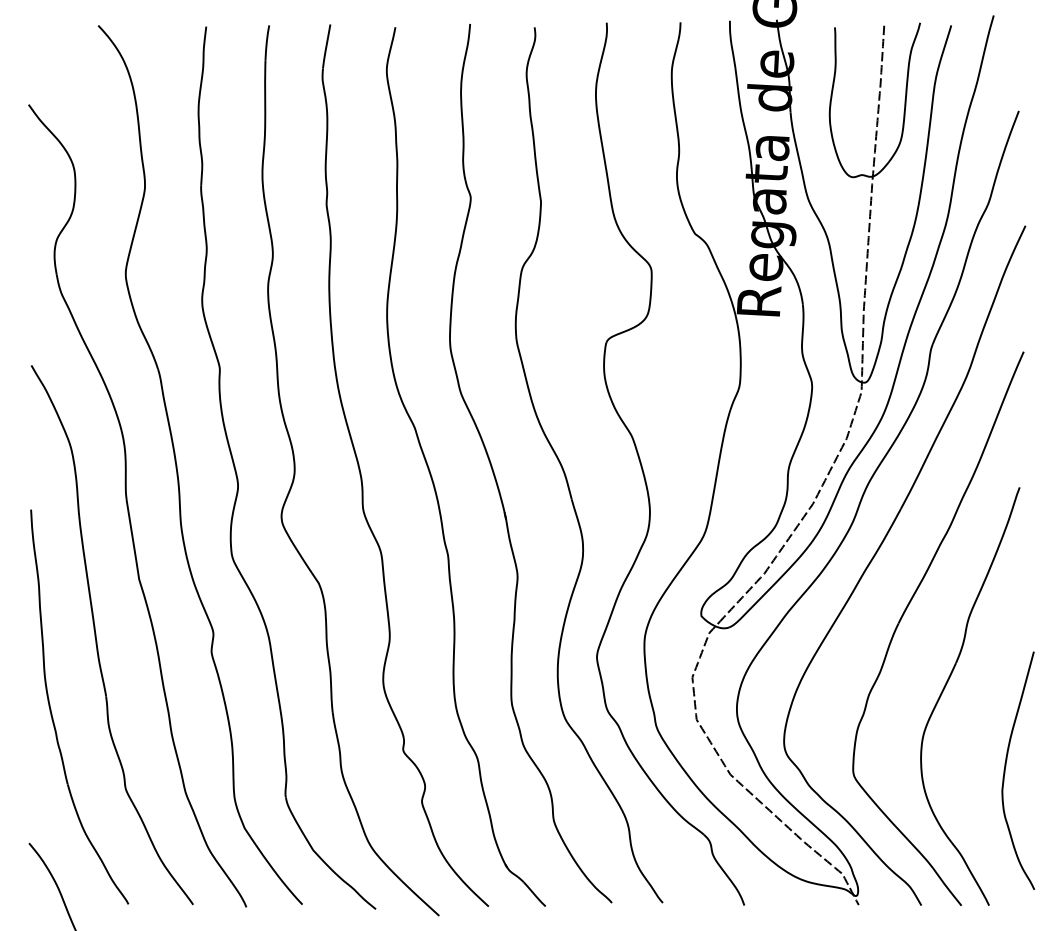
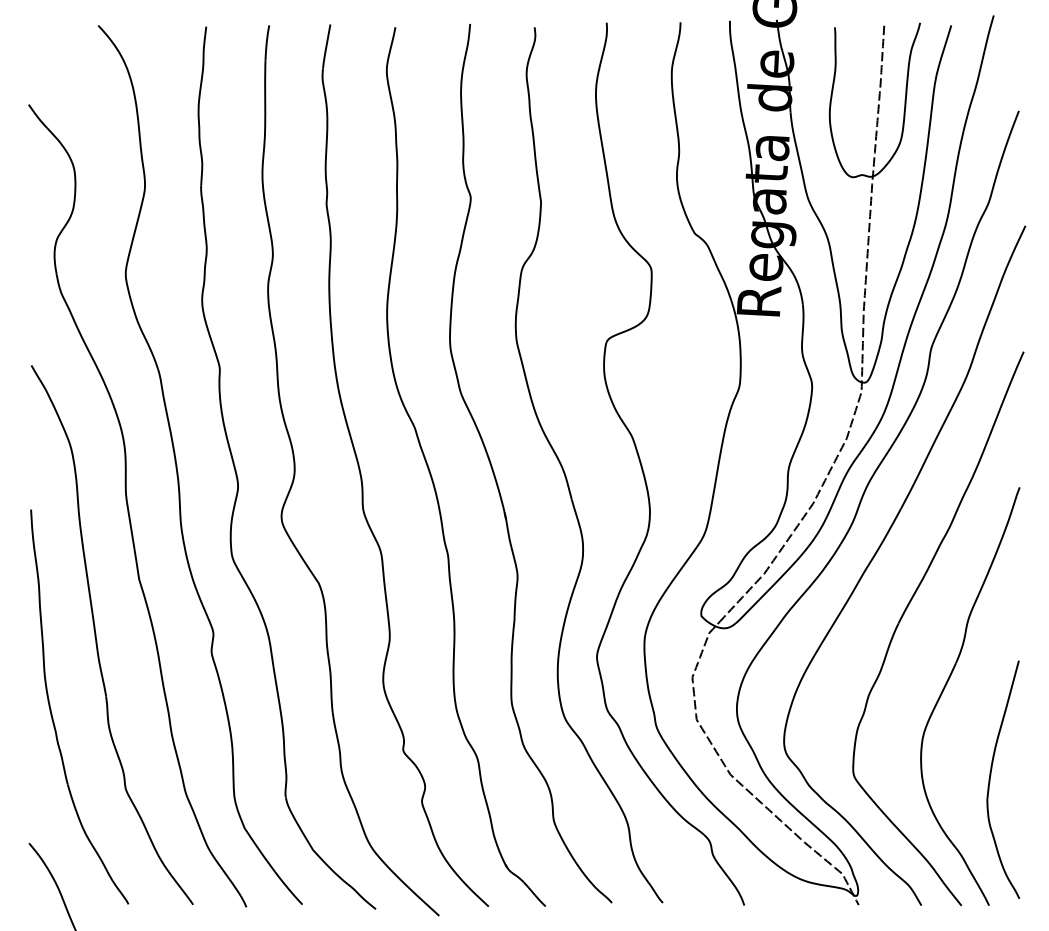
curve at (1006, 766) position: (1006, 766) -> (991, 775)
